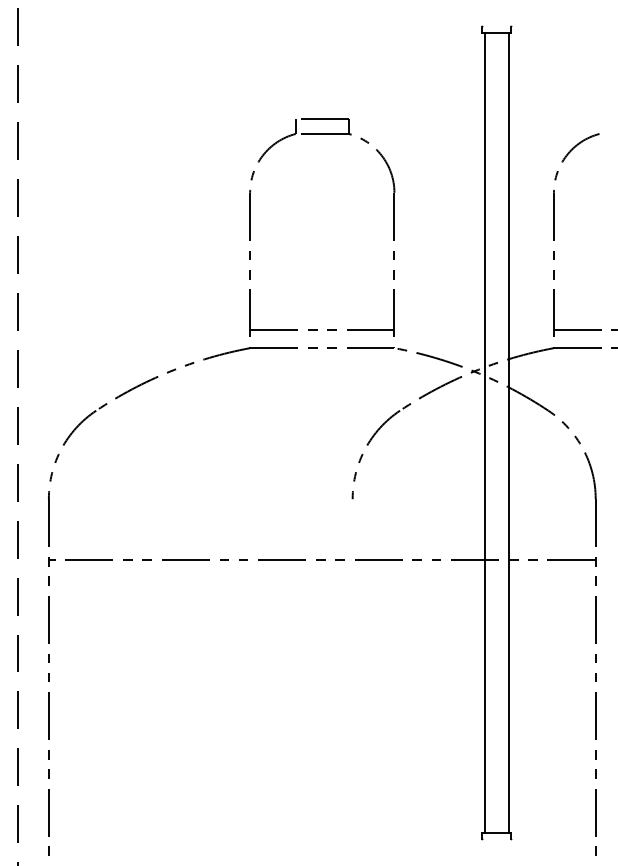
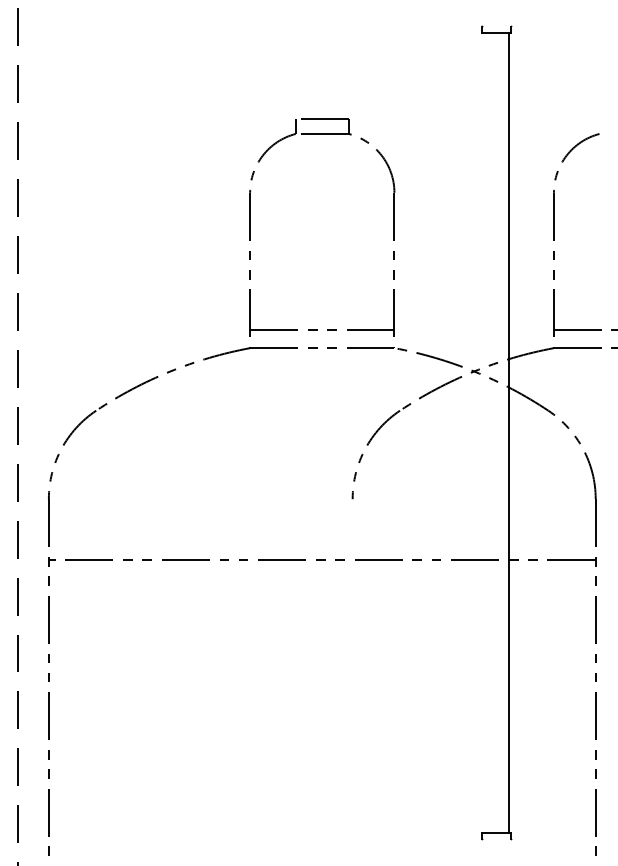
line at (485, 432): present -> none
